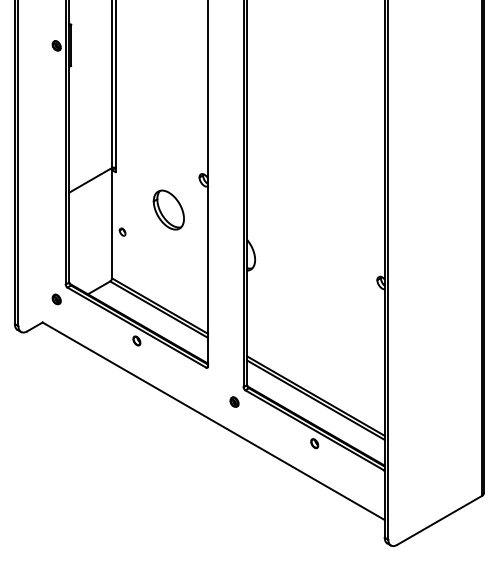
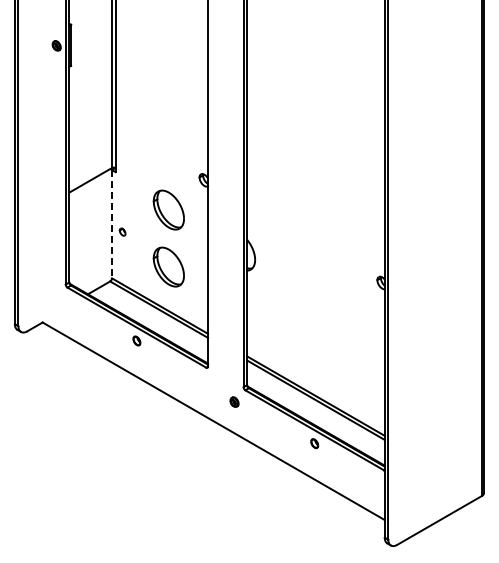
line at (112, 224): solid -> dashed
part at (168, 266): none -> present
part at (56, 299): present -> none
